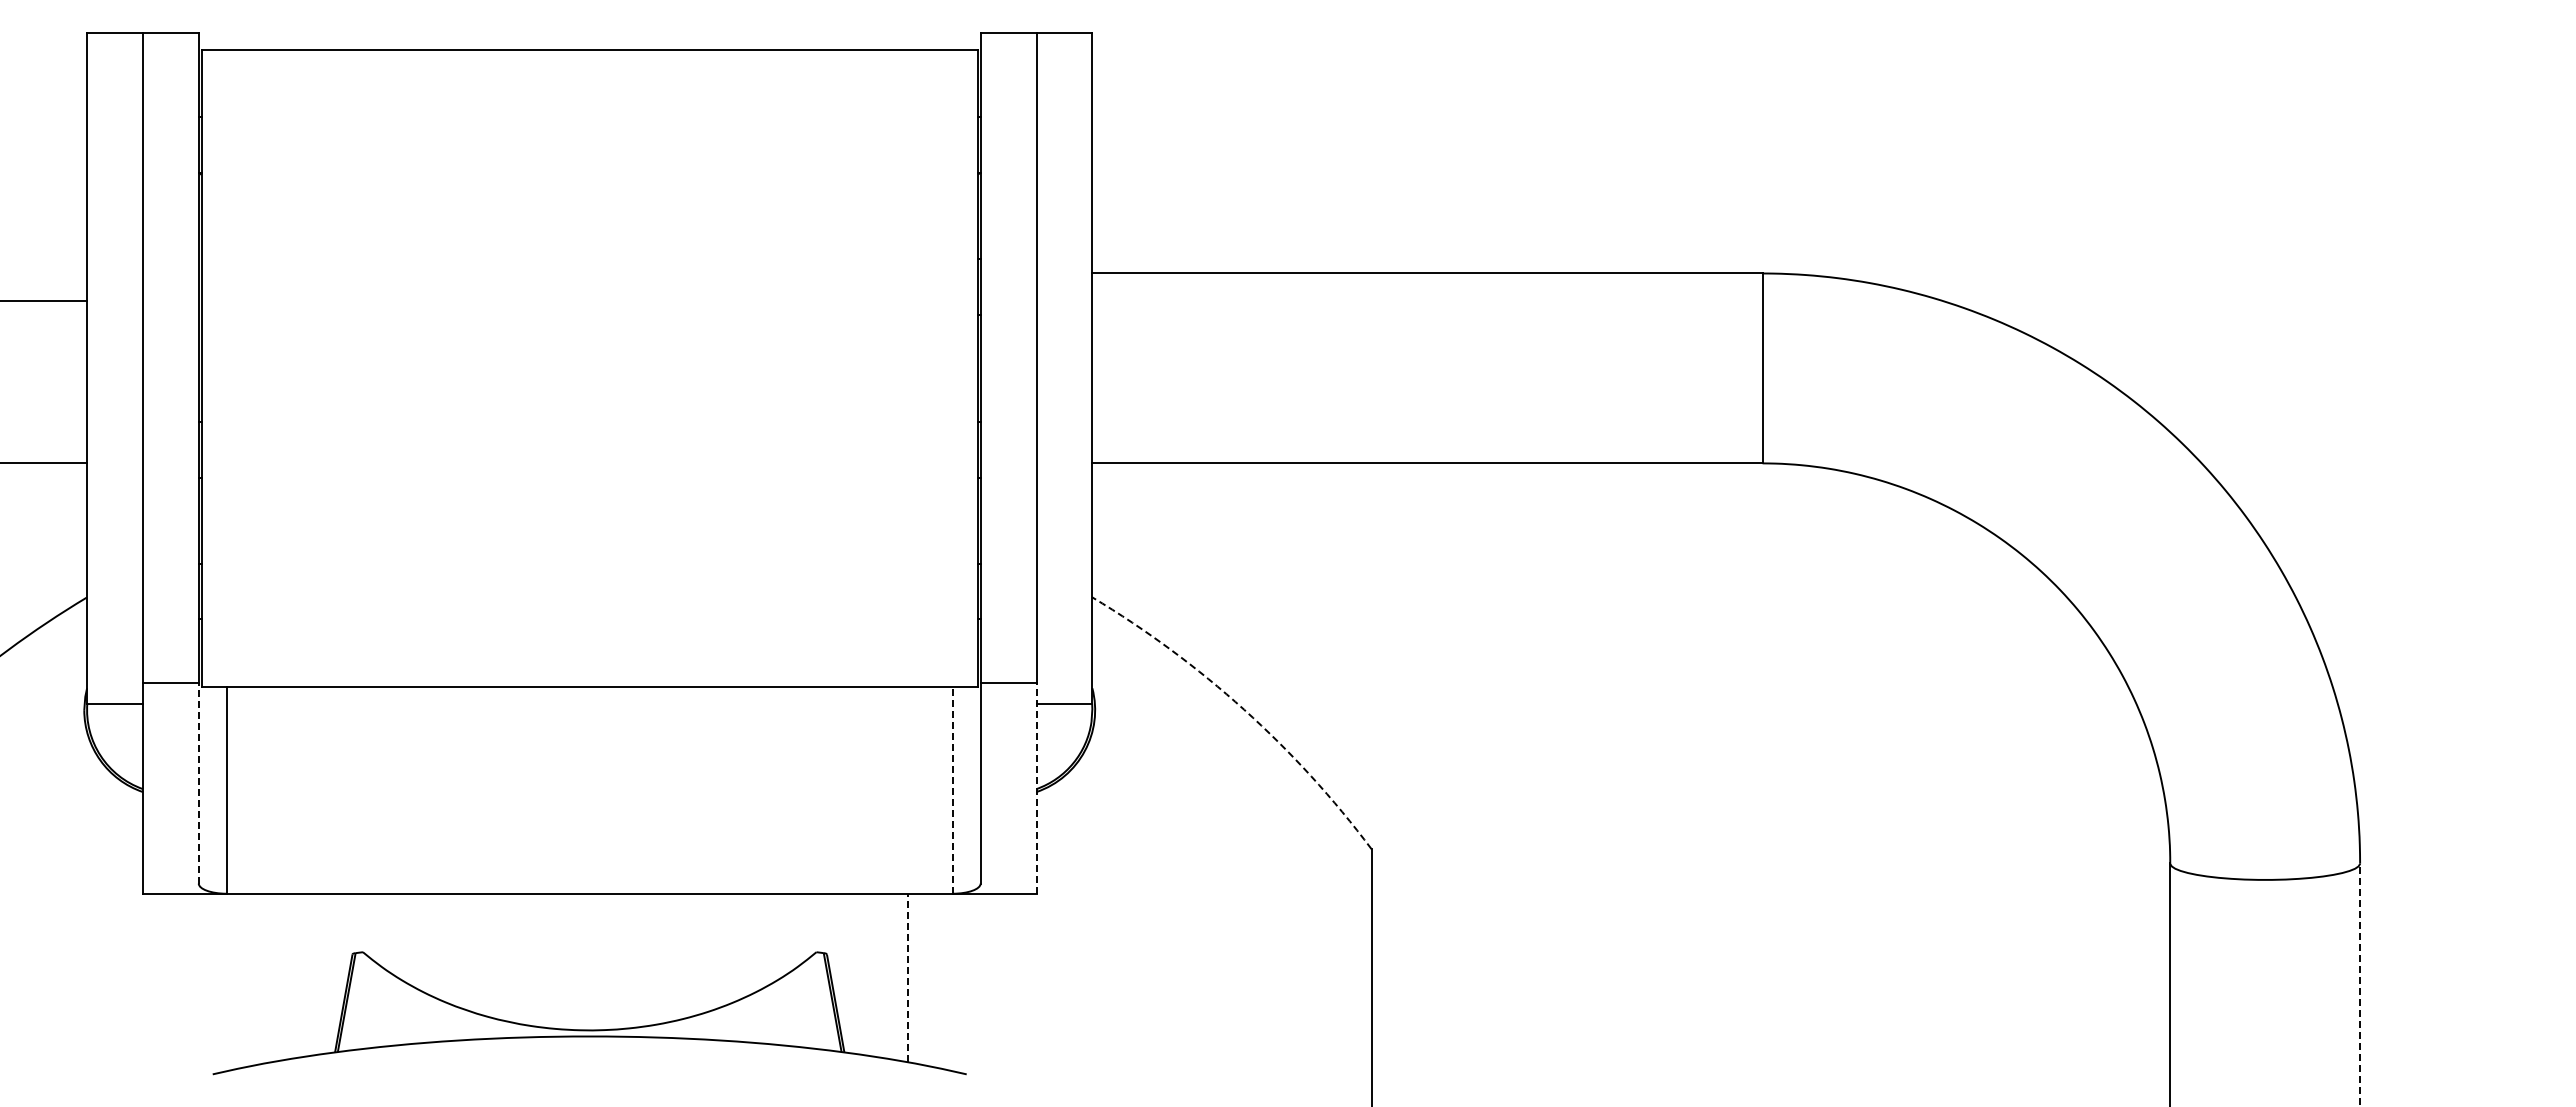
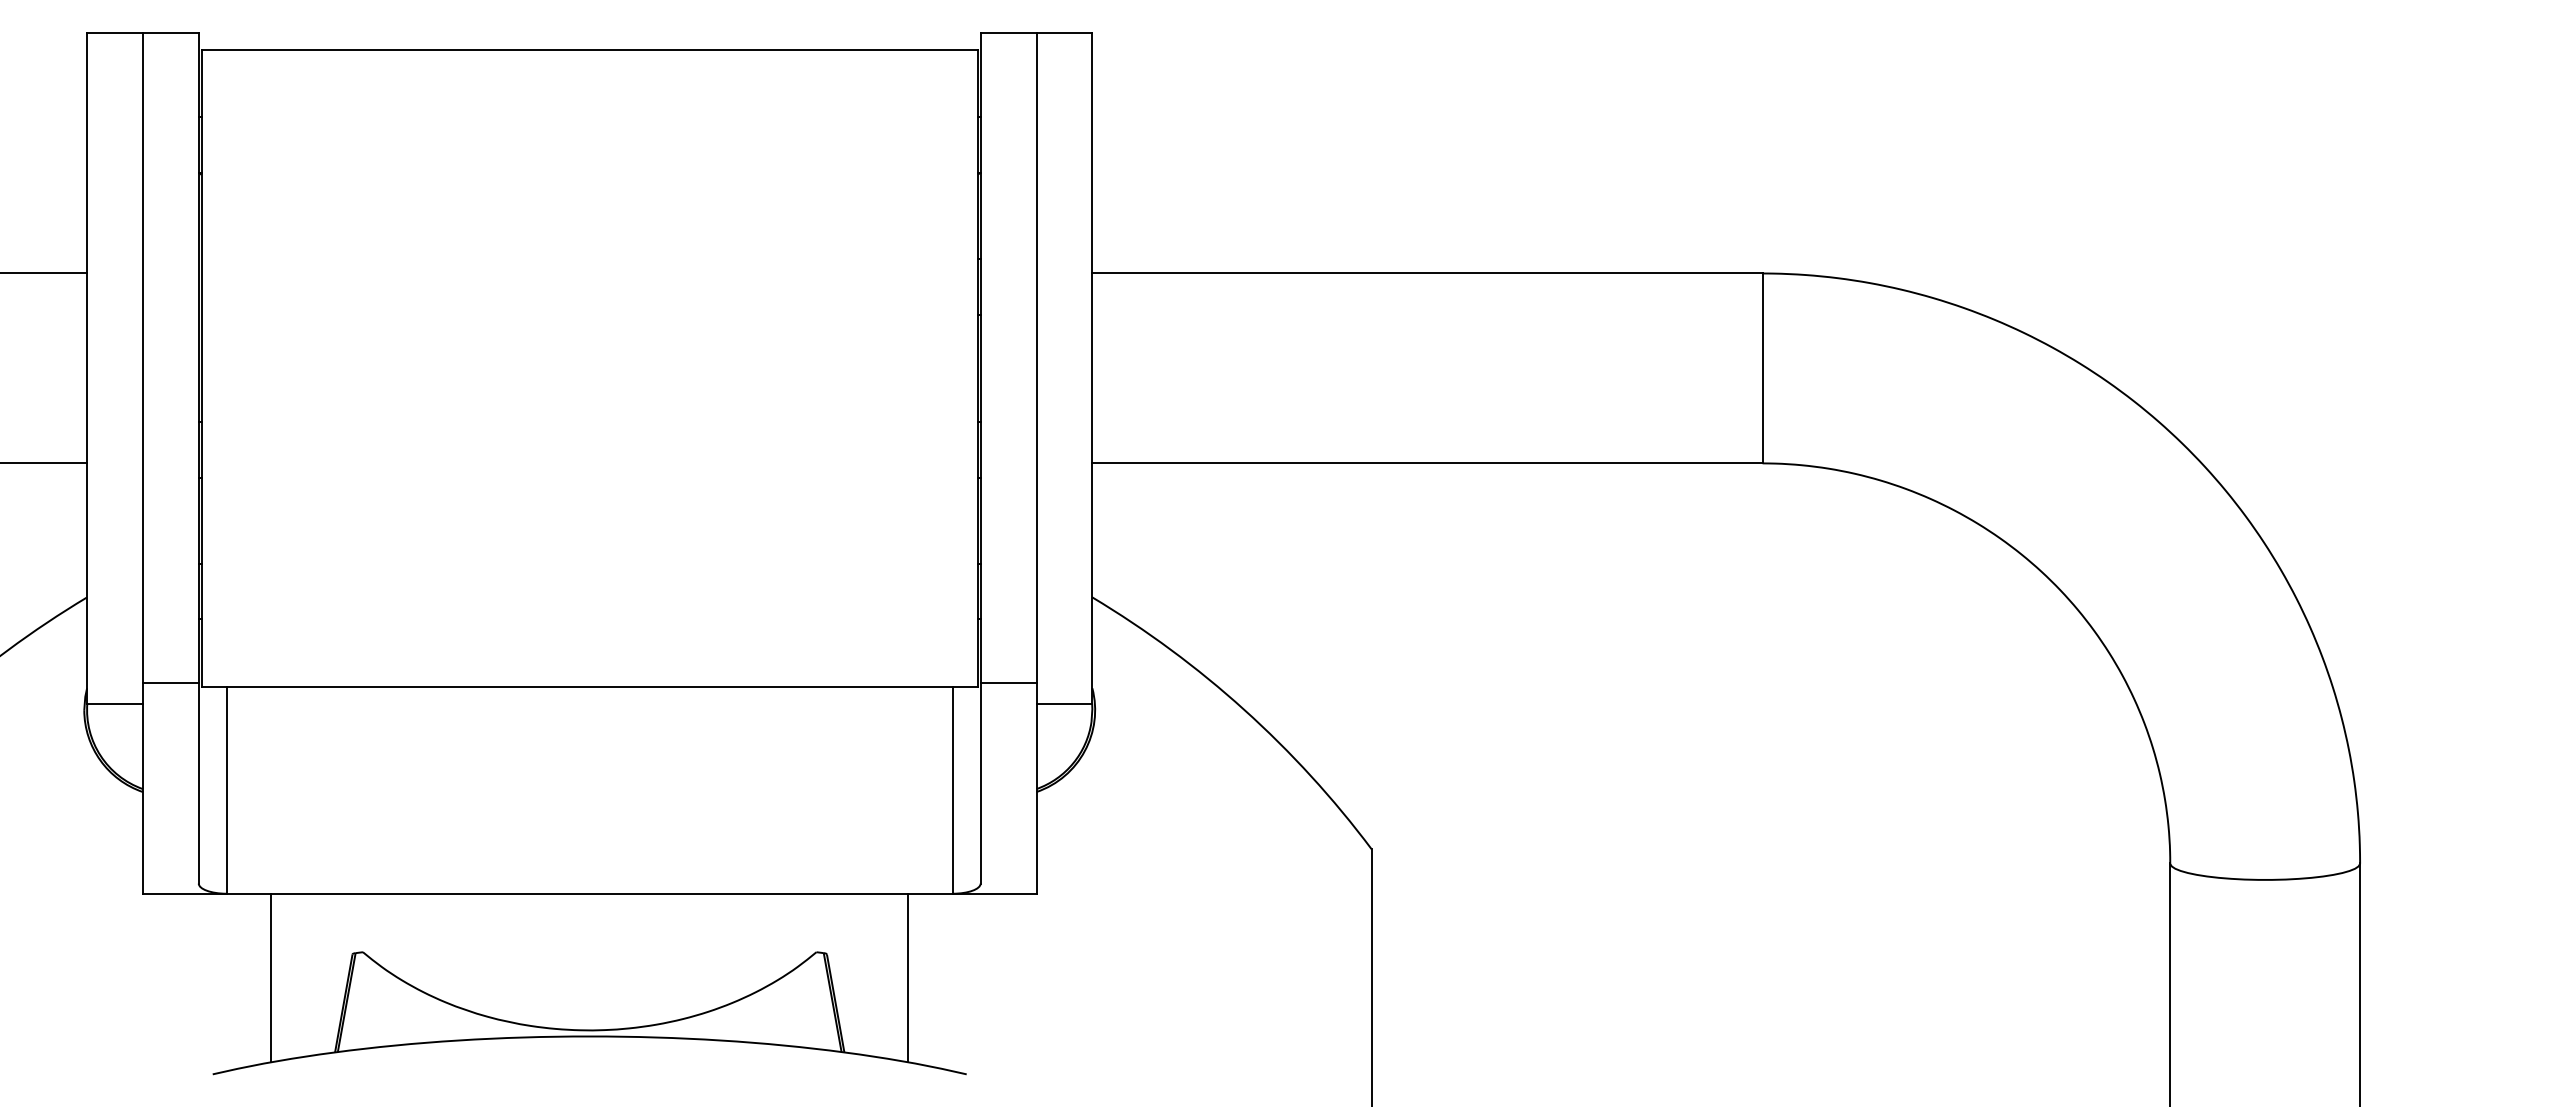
line at (44, 301) position: (44, 301) -> (44, 273)
arc at (1244, 709): dashed -> solid
line at (198, 782): dashed -> solid
line at (1036, 788): dashed -> solid
line at (952, 789): dashed -> solid
line at (271, 977): none -> present
line at (908, 977): dashed -> solid
line at (2360, 984): dashed -> solid
